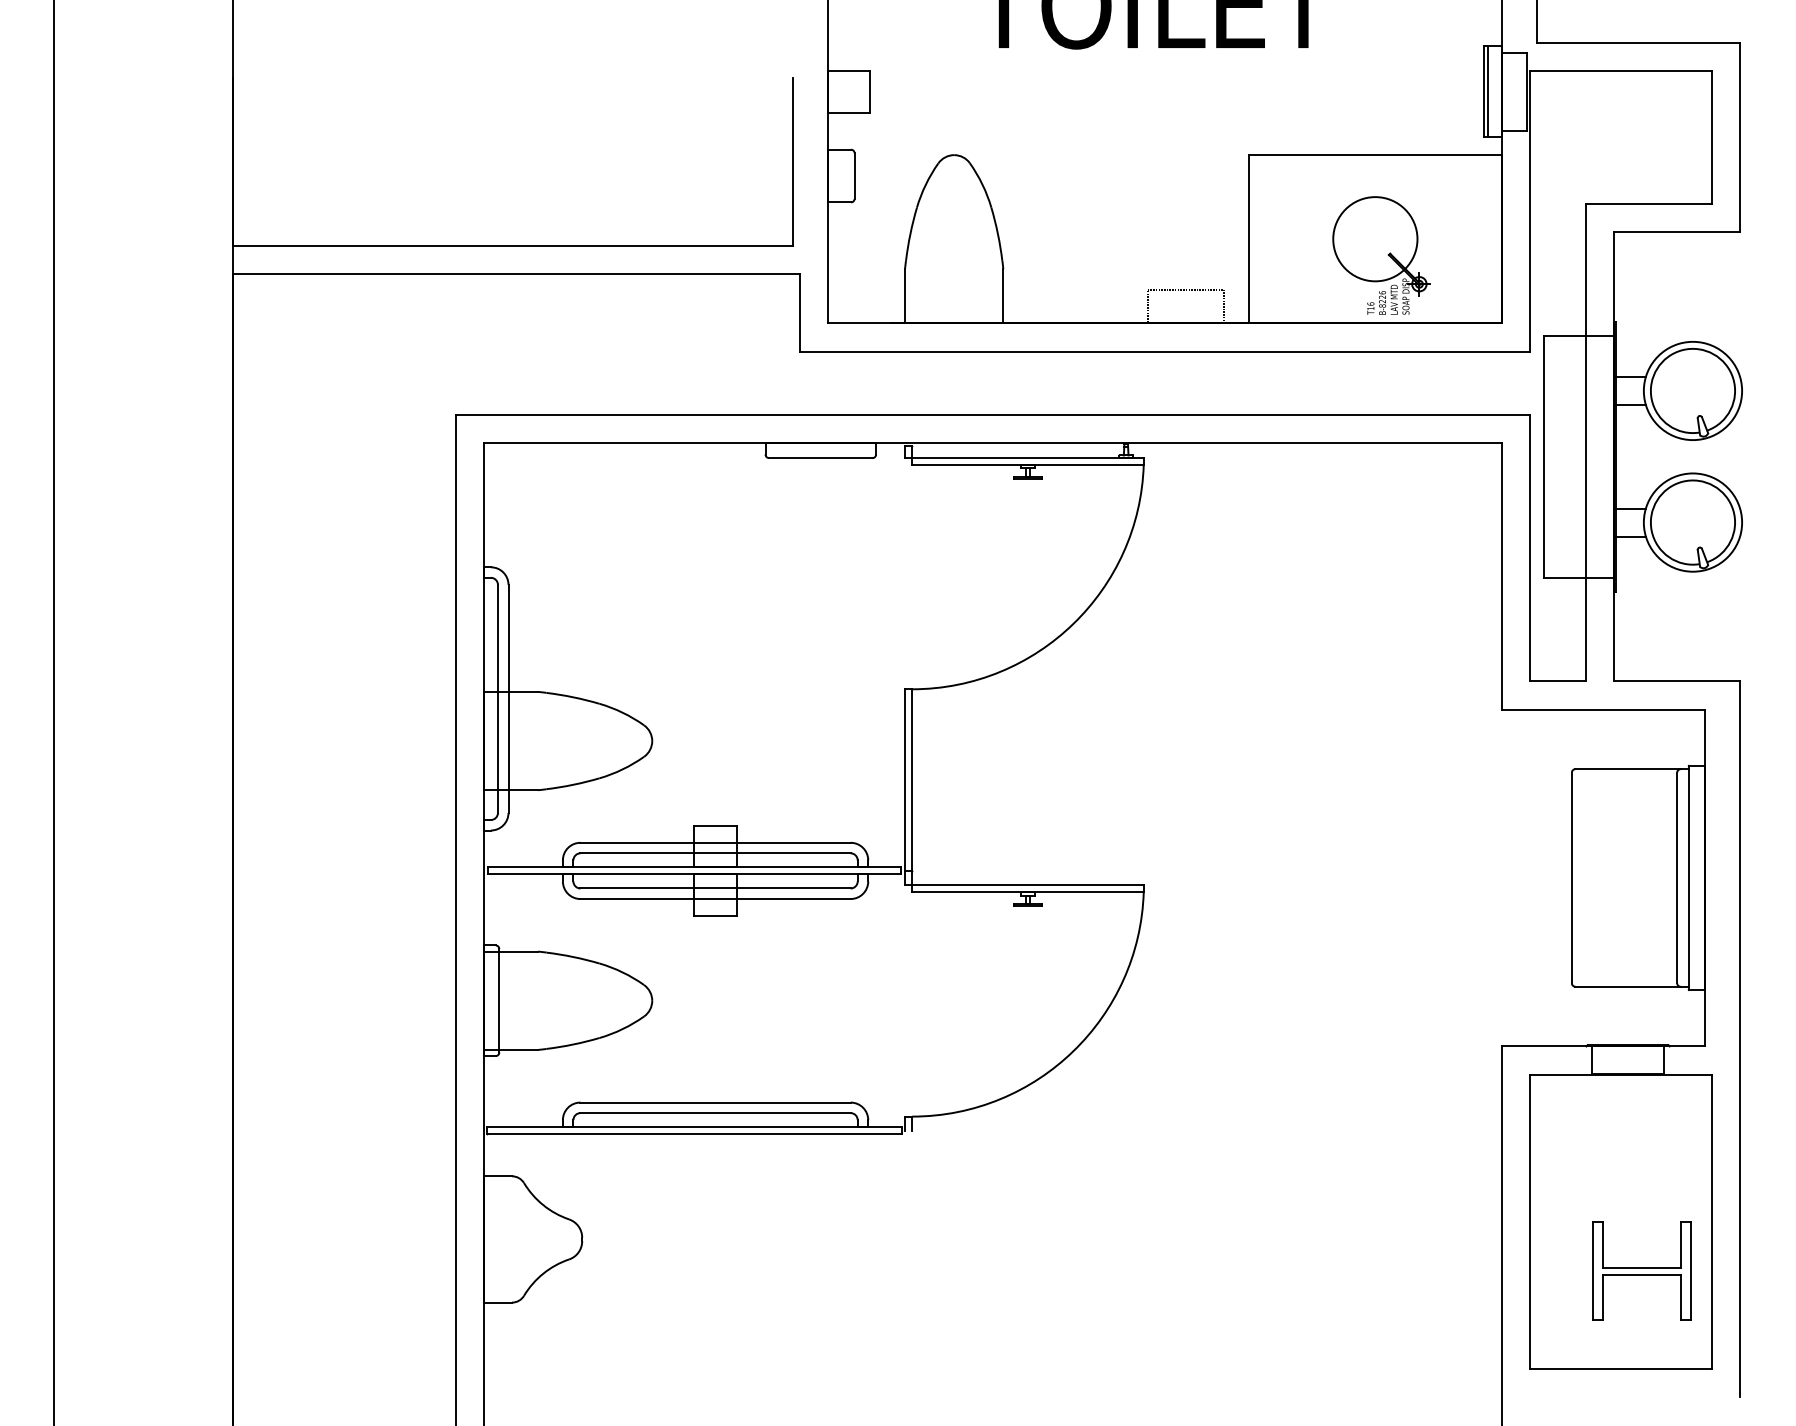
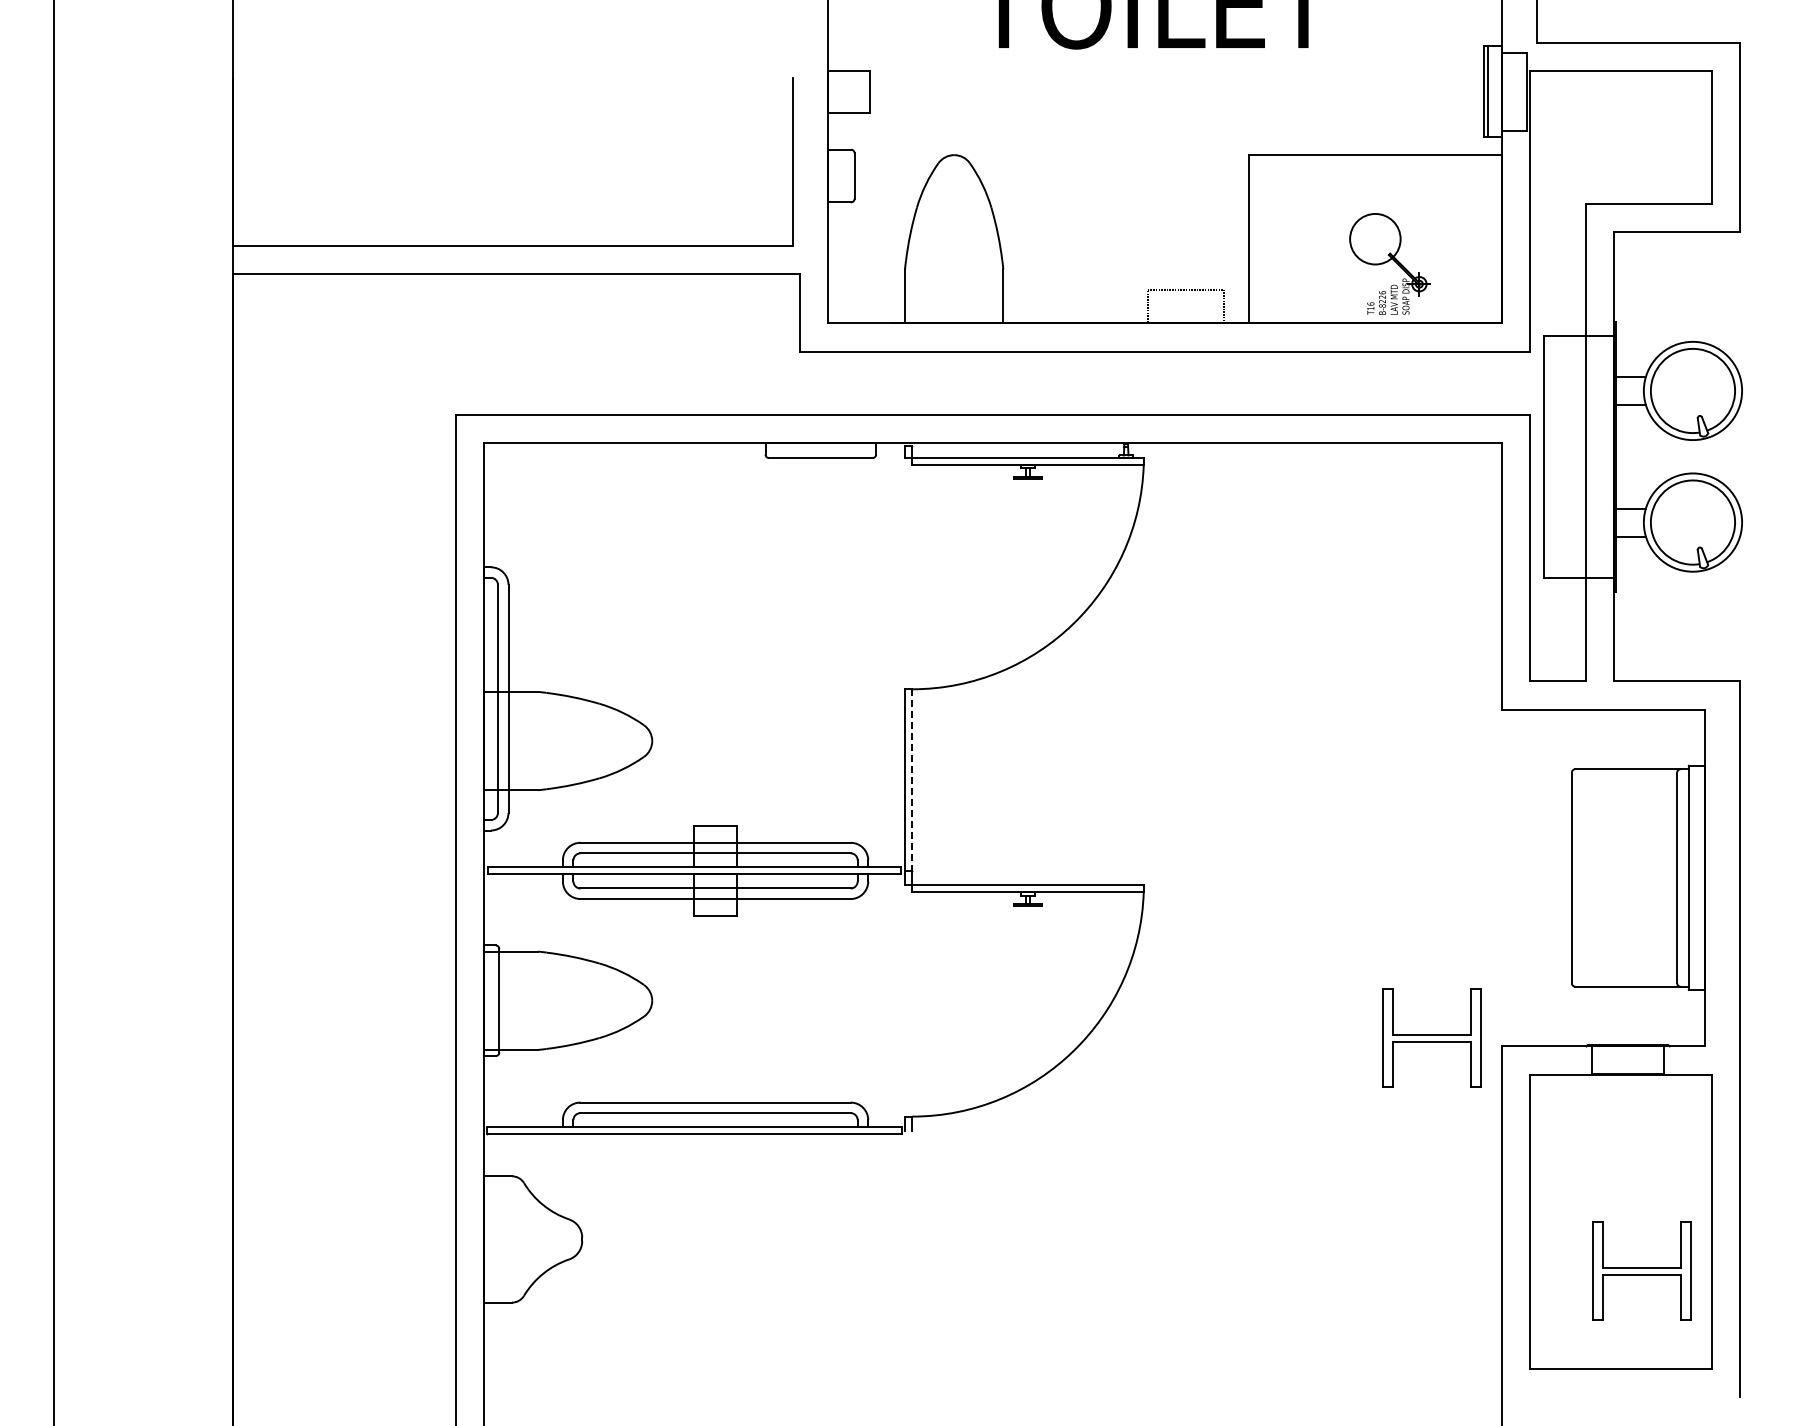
circle at (1375, 239) diameter: 84 px -> 51 px
line at (912, 780): solid -> dashed
part at (1431, 1037): none -> present
